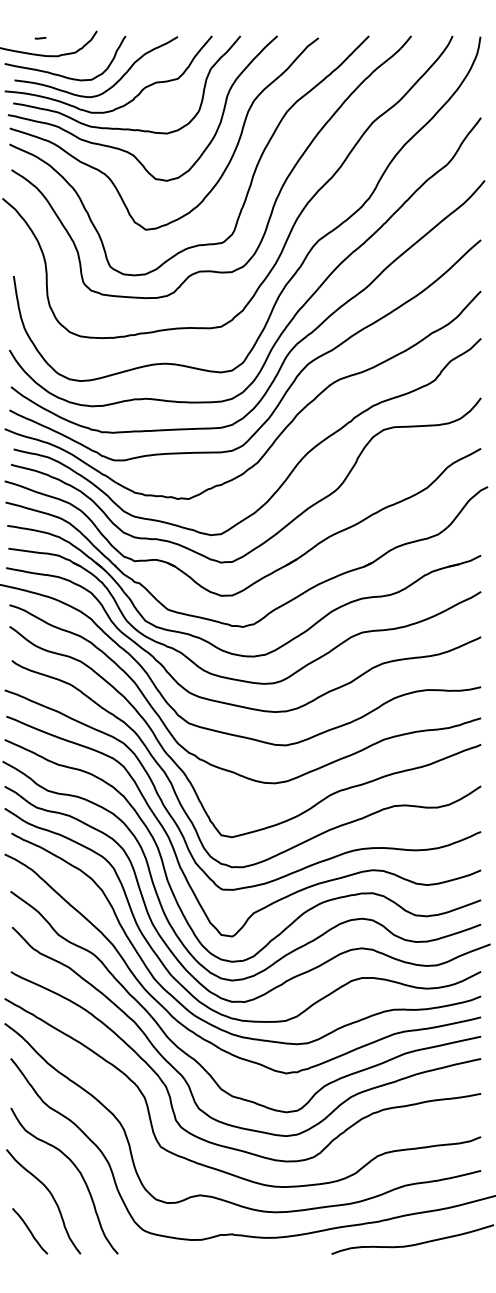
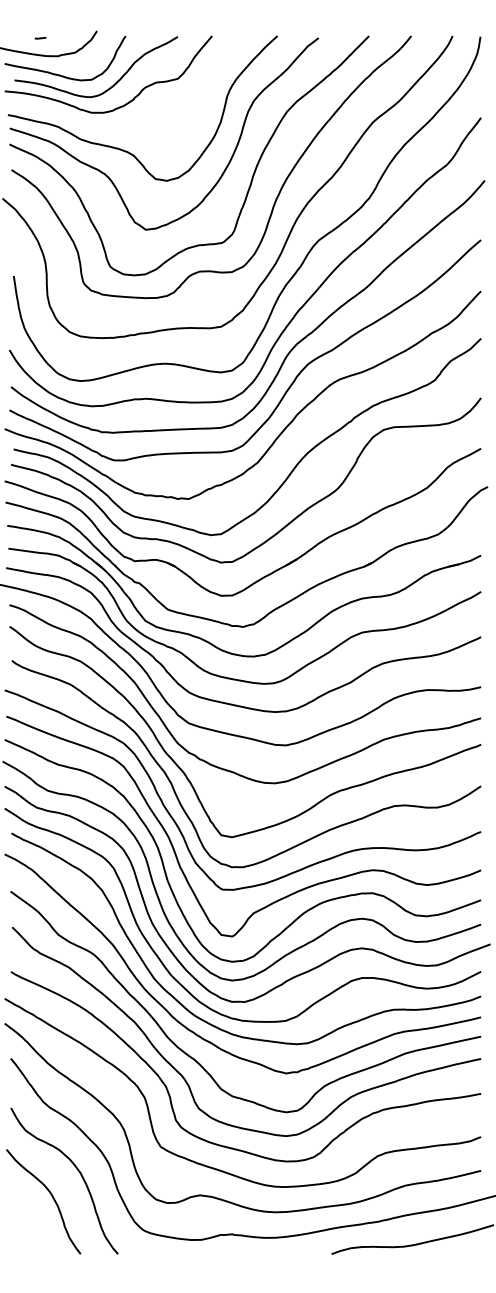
curve at (127, 128): present -> none
curve at (30, 1231): present -> none
